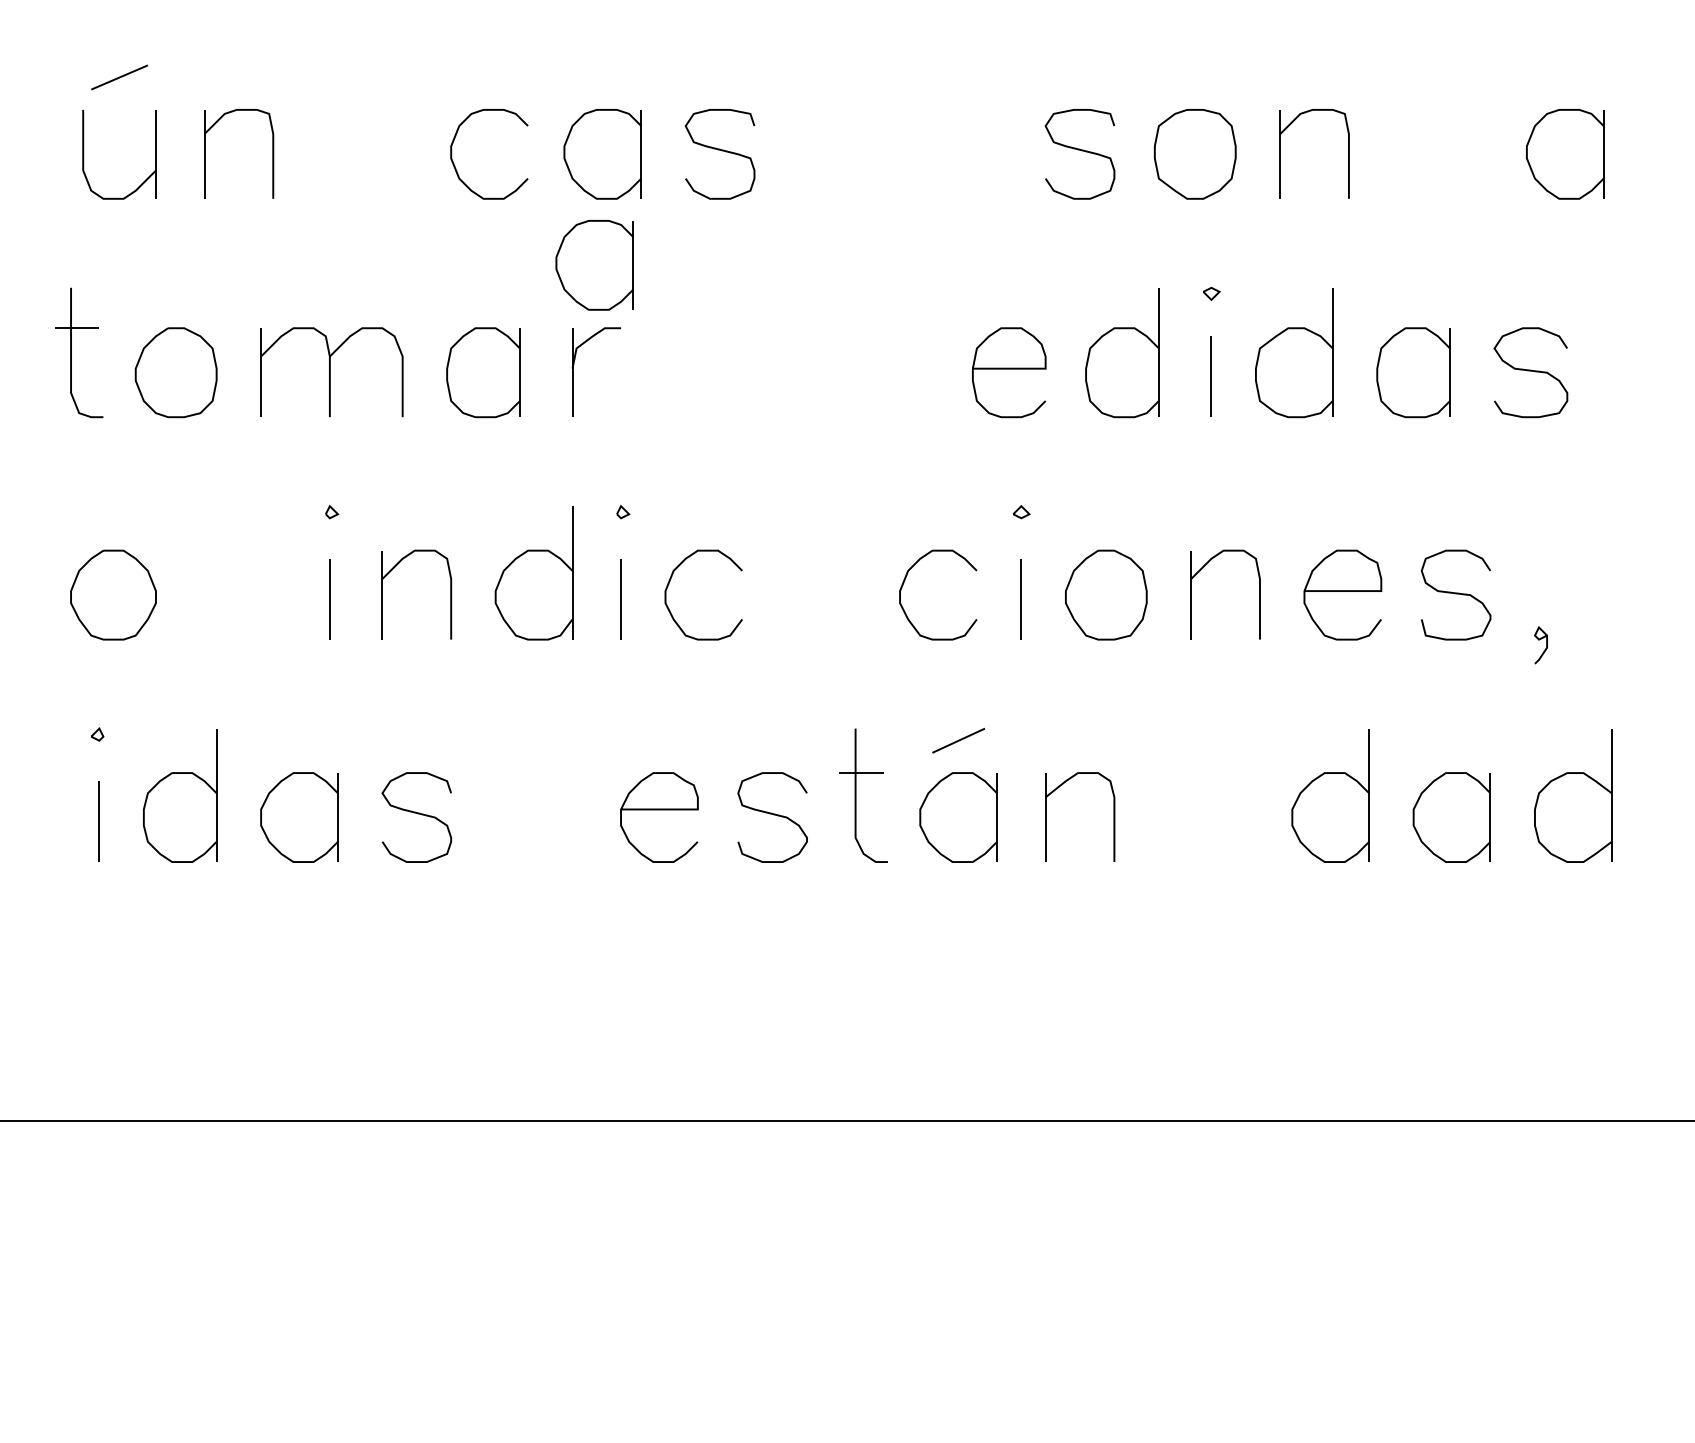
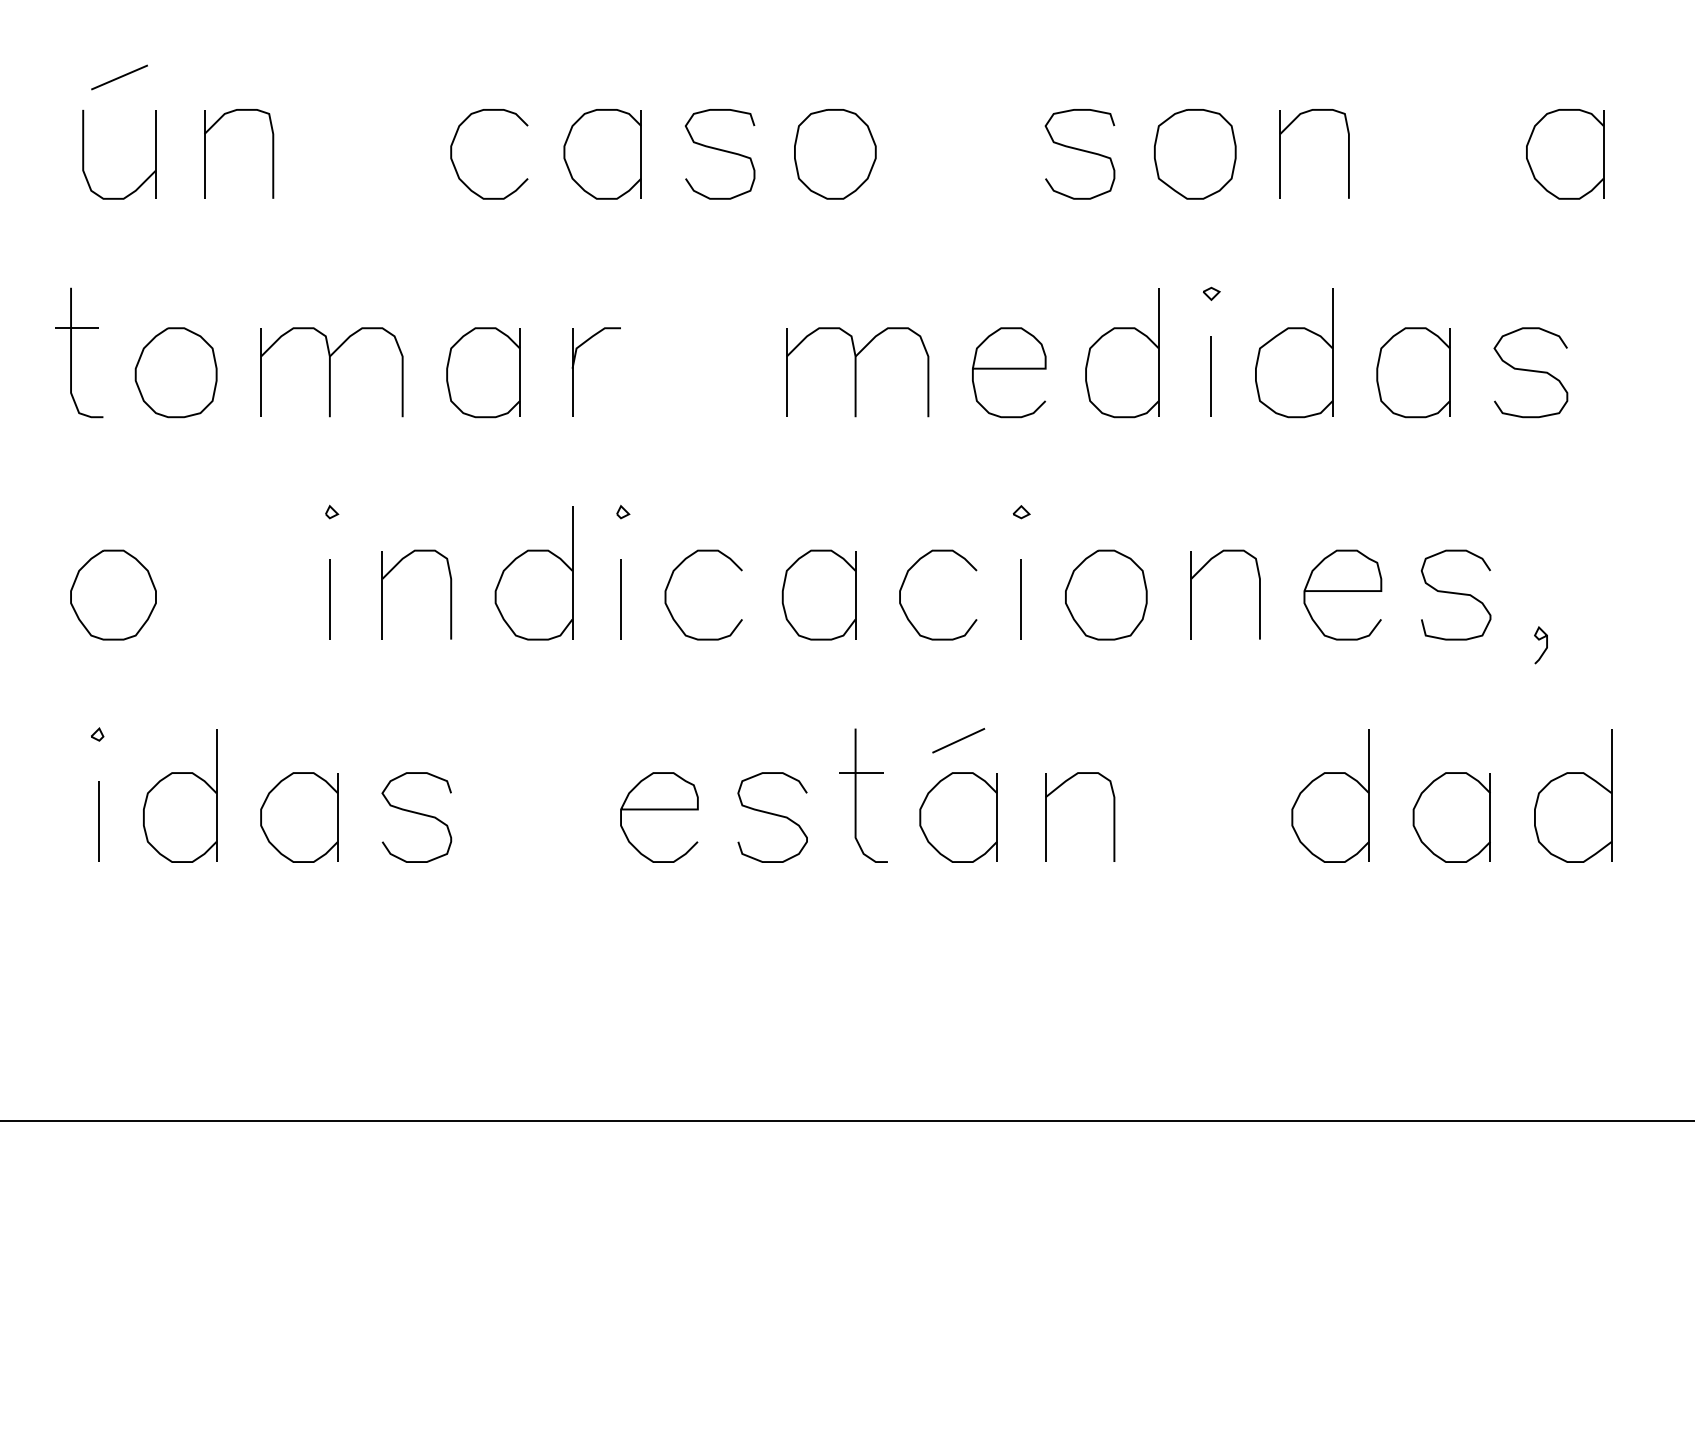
part at (835, 154): none -> present
part at (594, 265): present -> none
part at (857, 372): none -> present
part at (818, 594): none -> present
